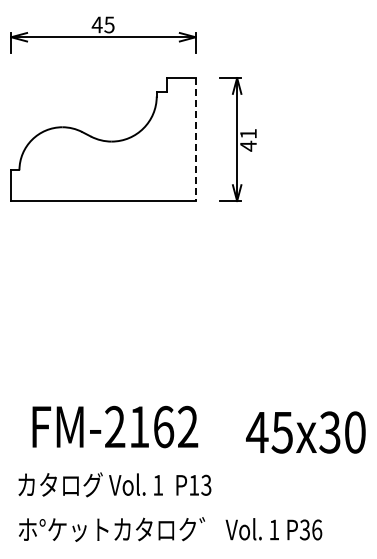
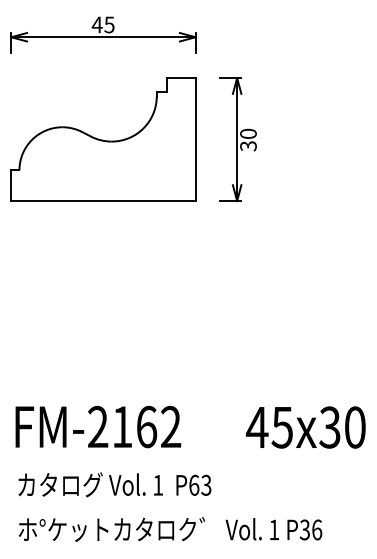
text at (248, 139): 41 -> 30
line at (195, 140): dashed -> solid
text at (115, 426) position: (115, 426) -> (98, 426)
text at (305, 432) position: (305, 432) -> (305, 427)
text at (194, 484): P13 -> P63
